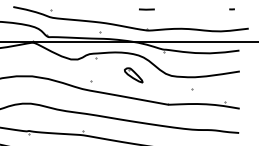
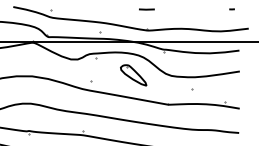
part at (133, 75) size: 20x17 px -> 28x23 px
